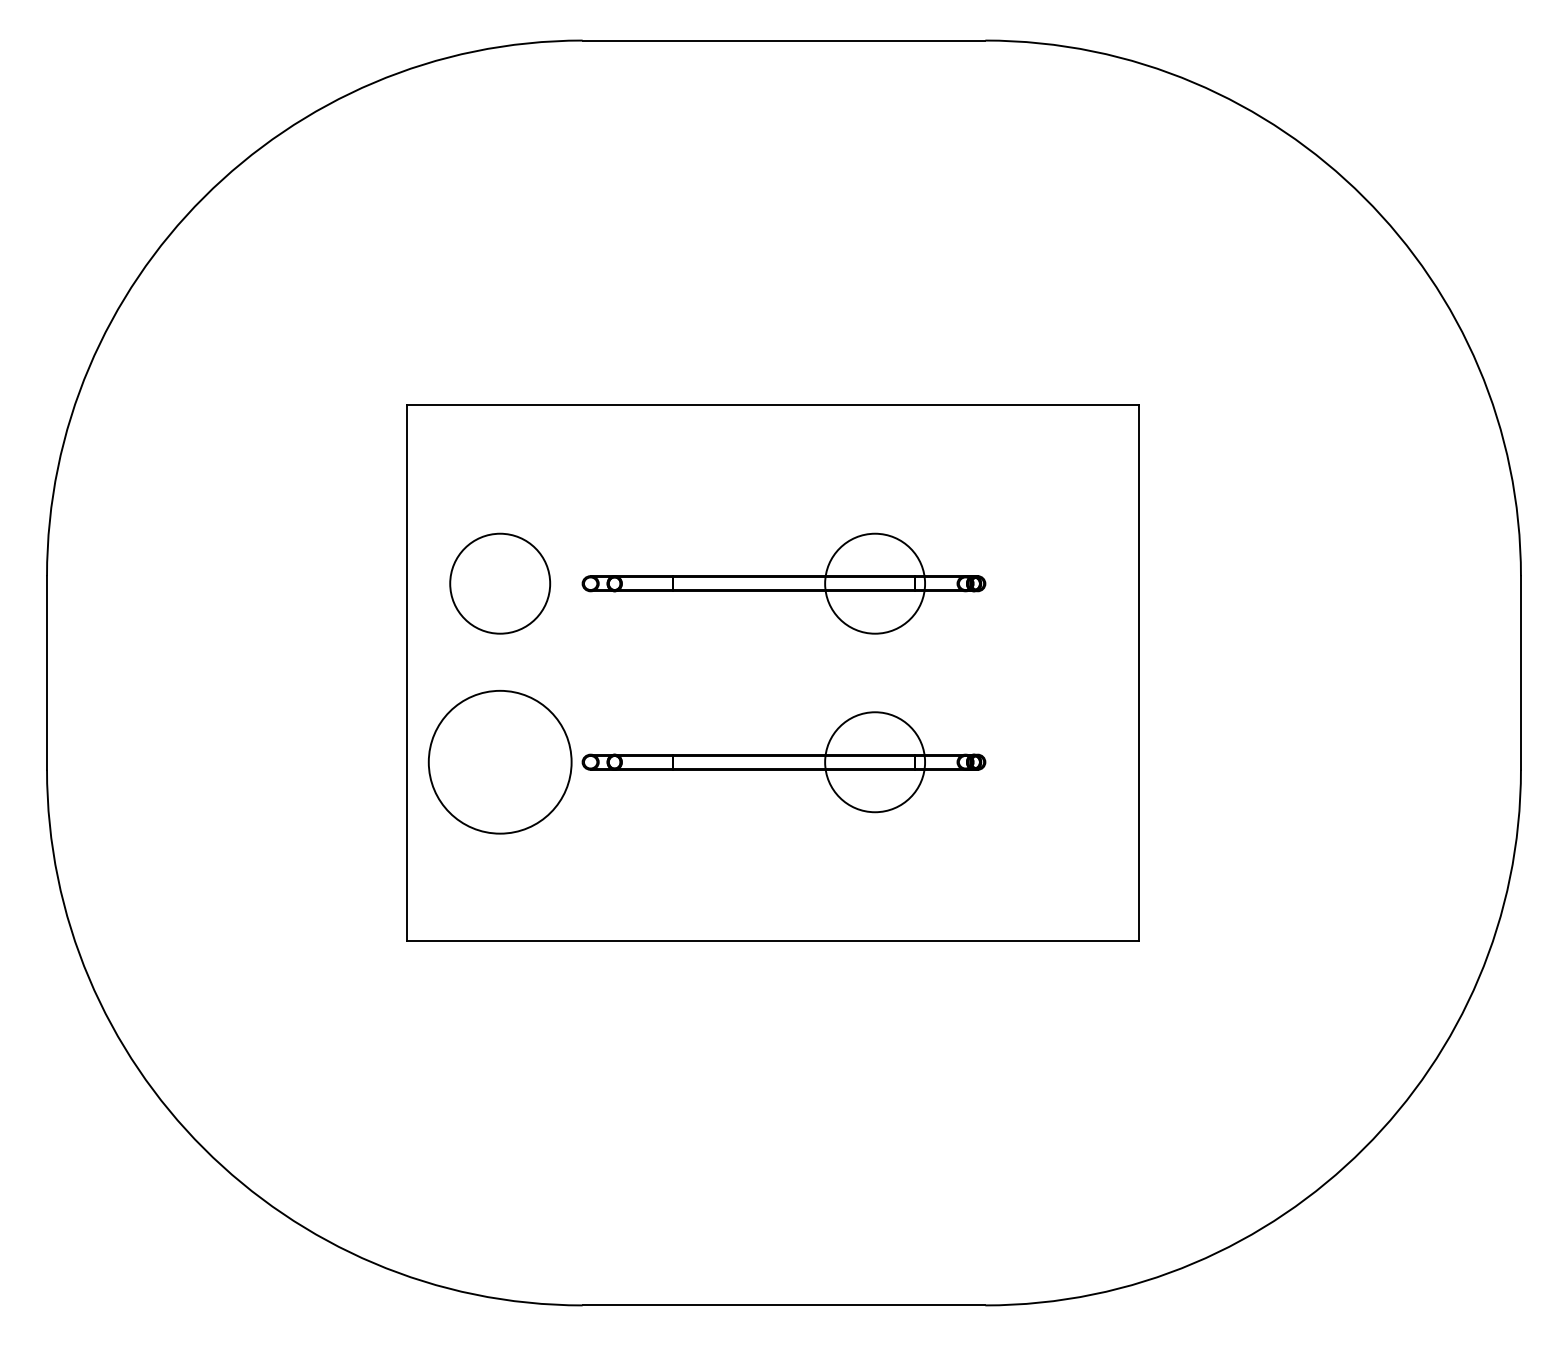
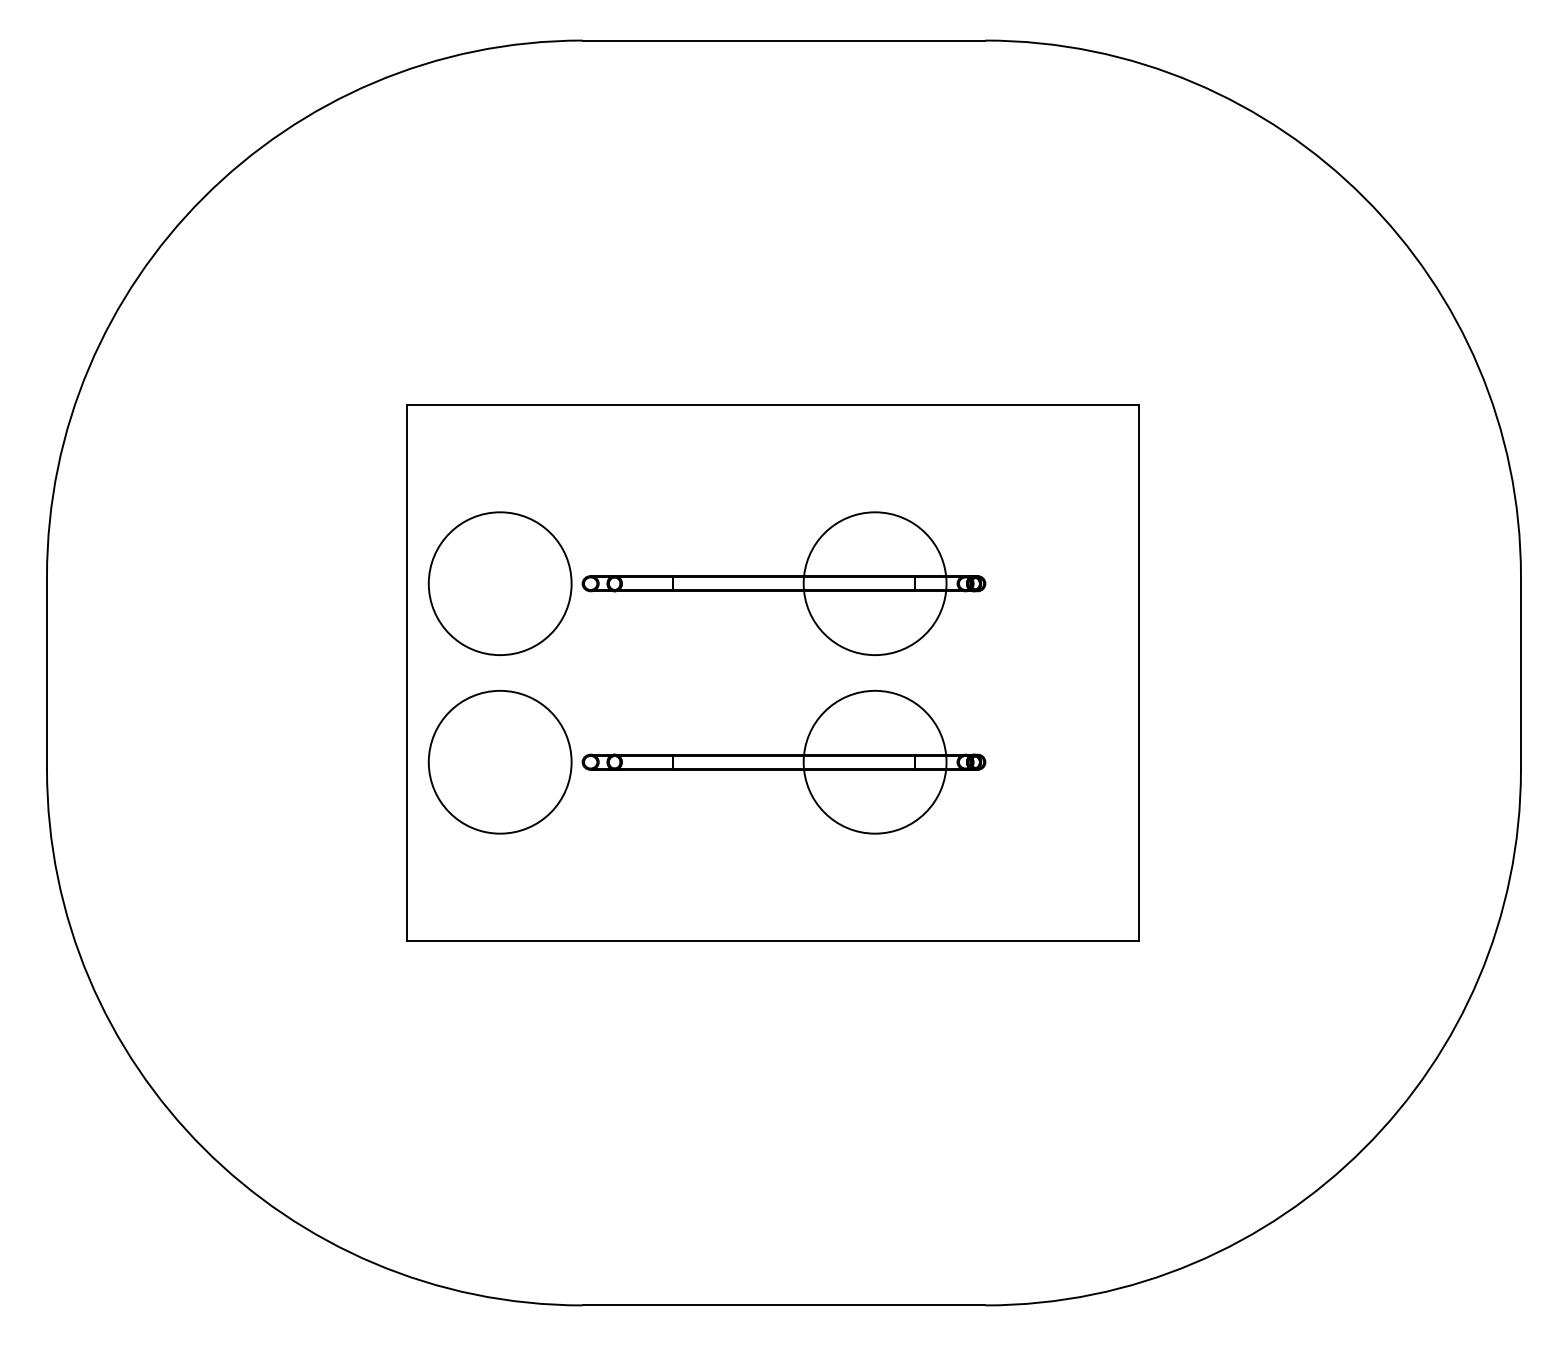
circle at (500, 583) diameter: 100 px -> 143 px
circle at (875, 583) diameter: 100 px -> 143 px
circle at (875, 762) diameter: 100 px -> 143 px
